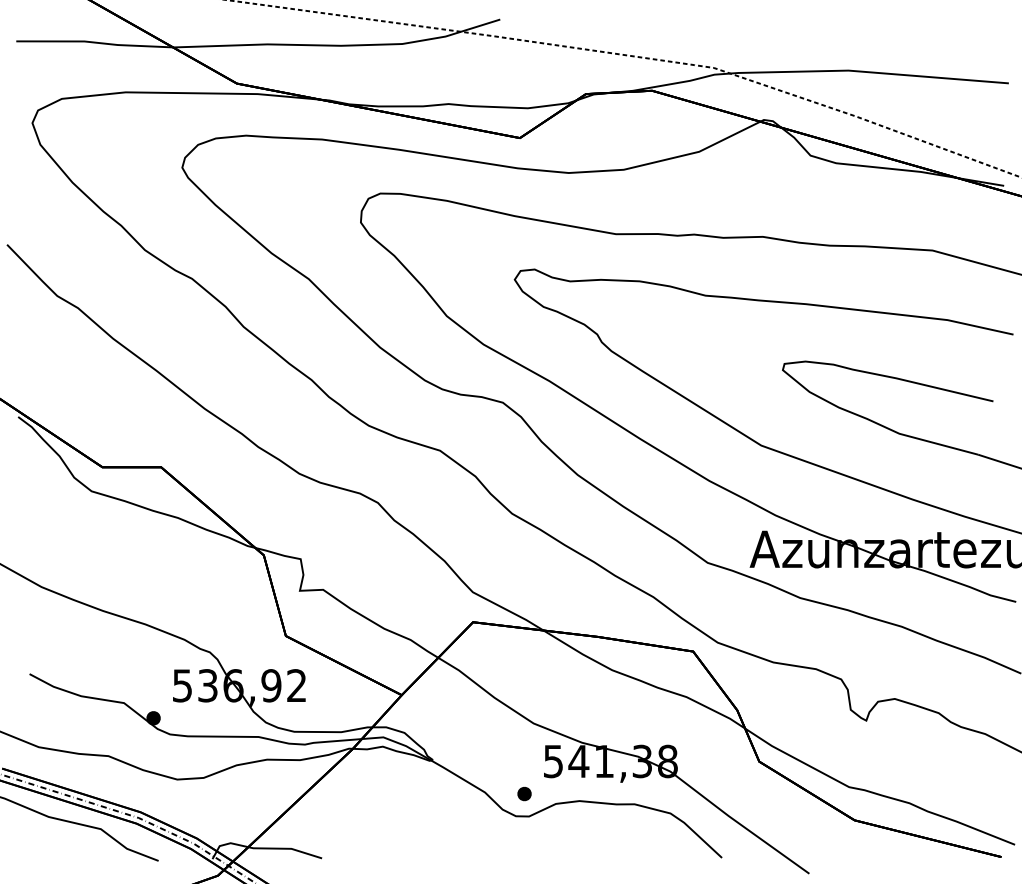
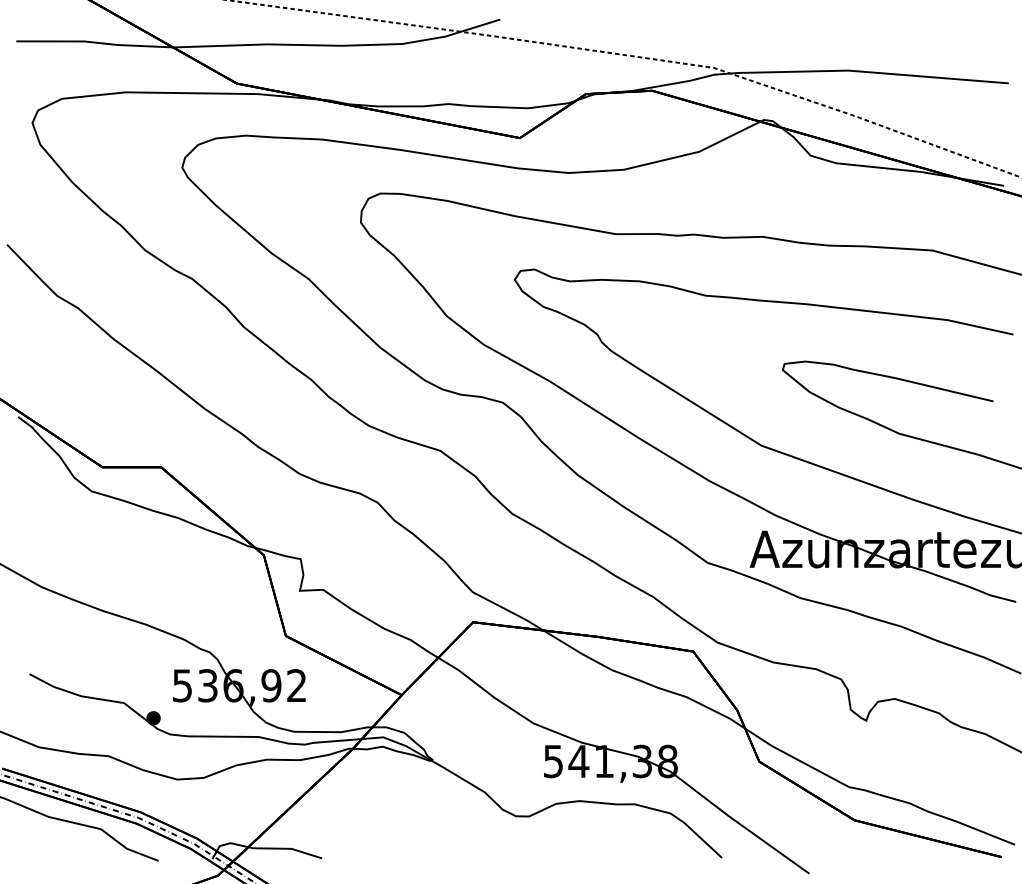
part at (524, 794): present -> none
